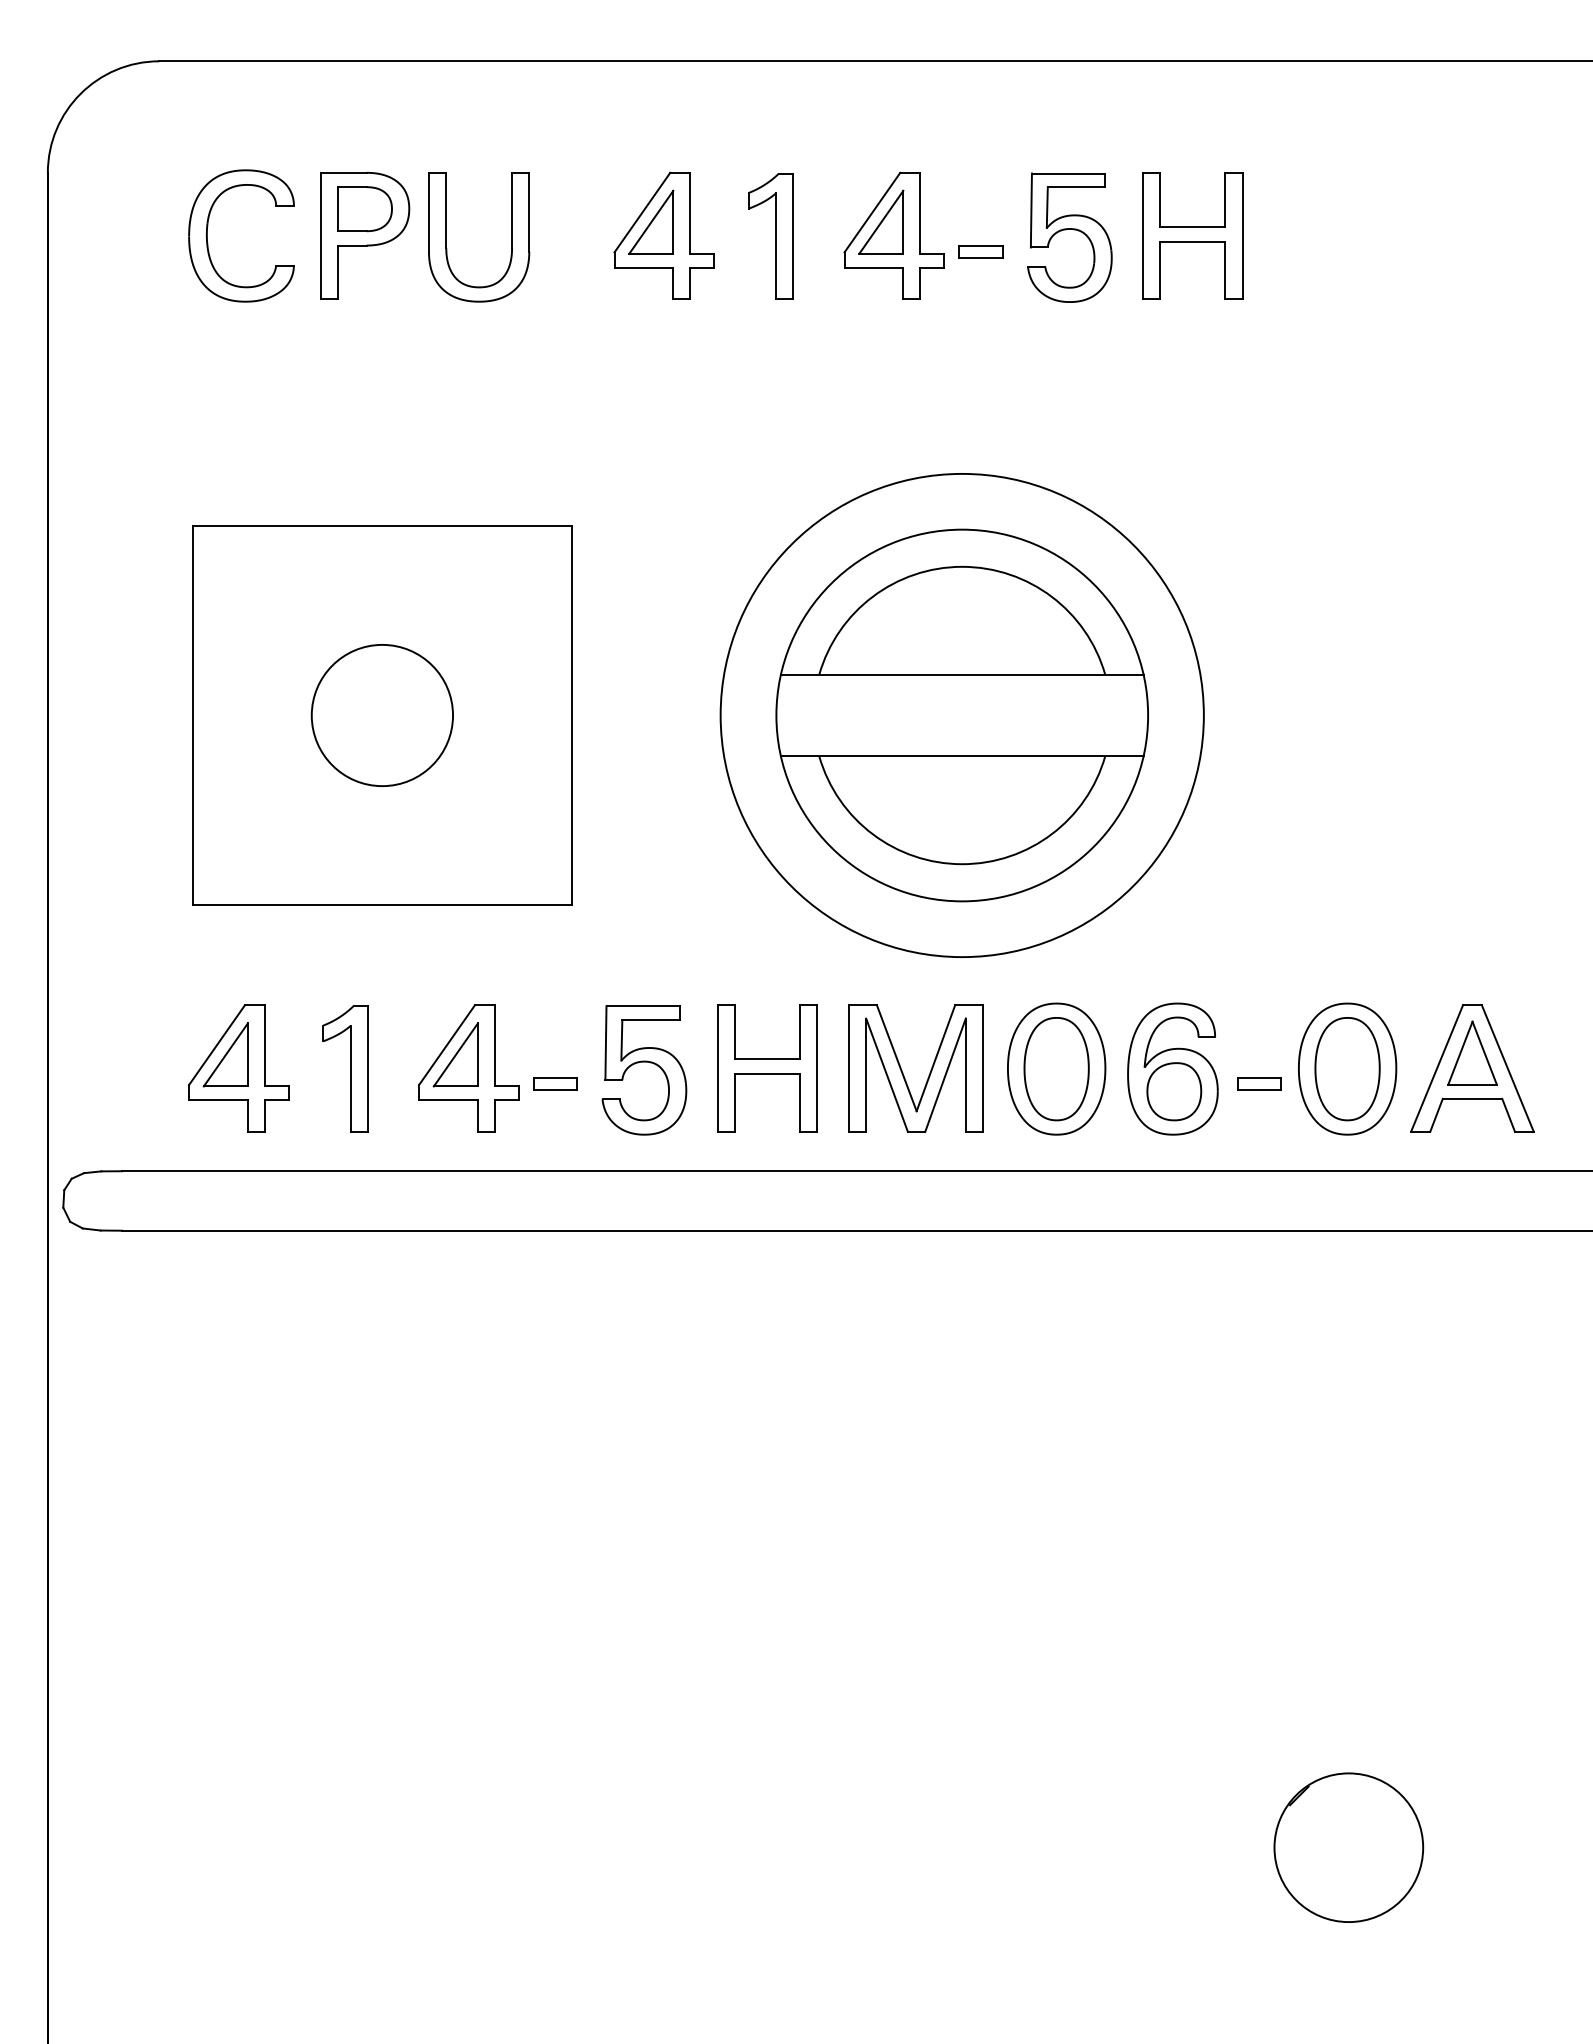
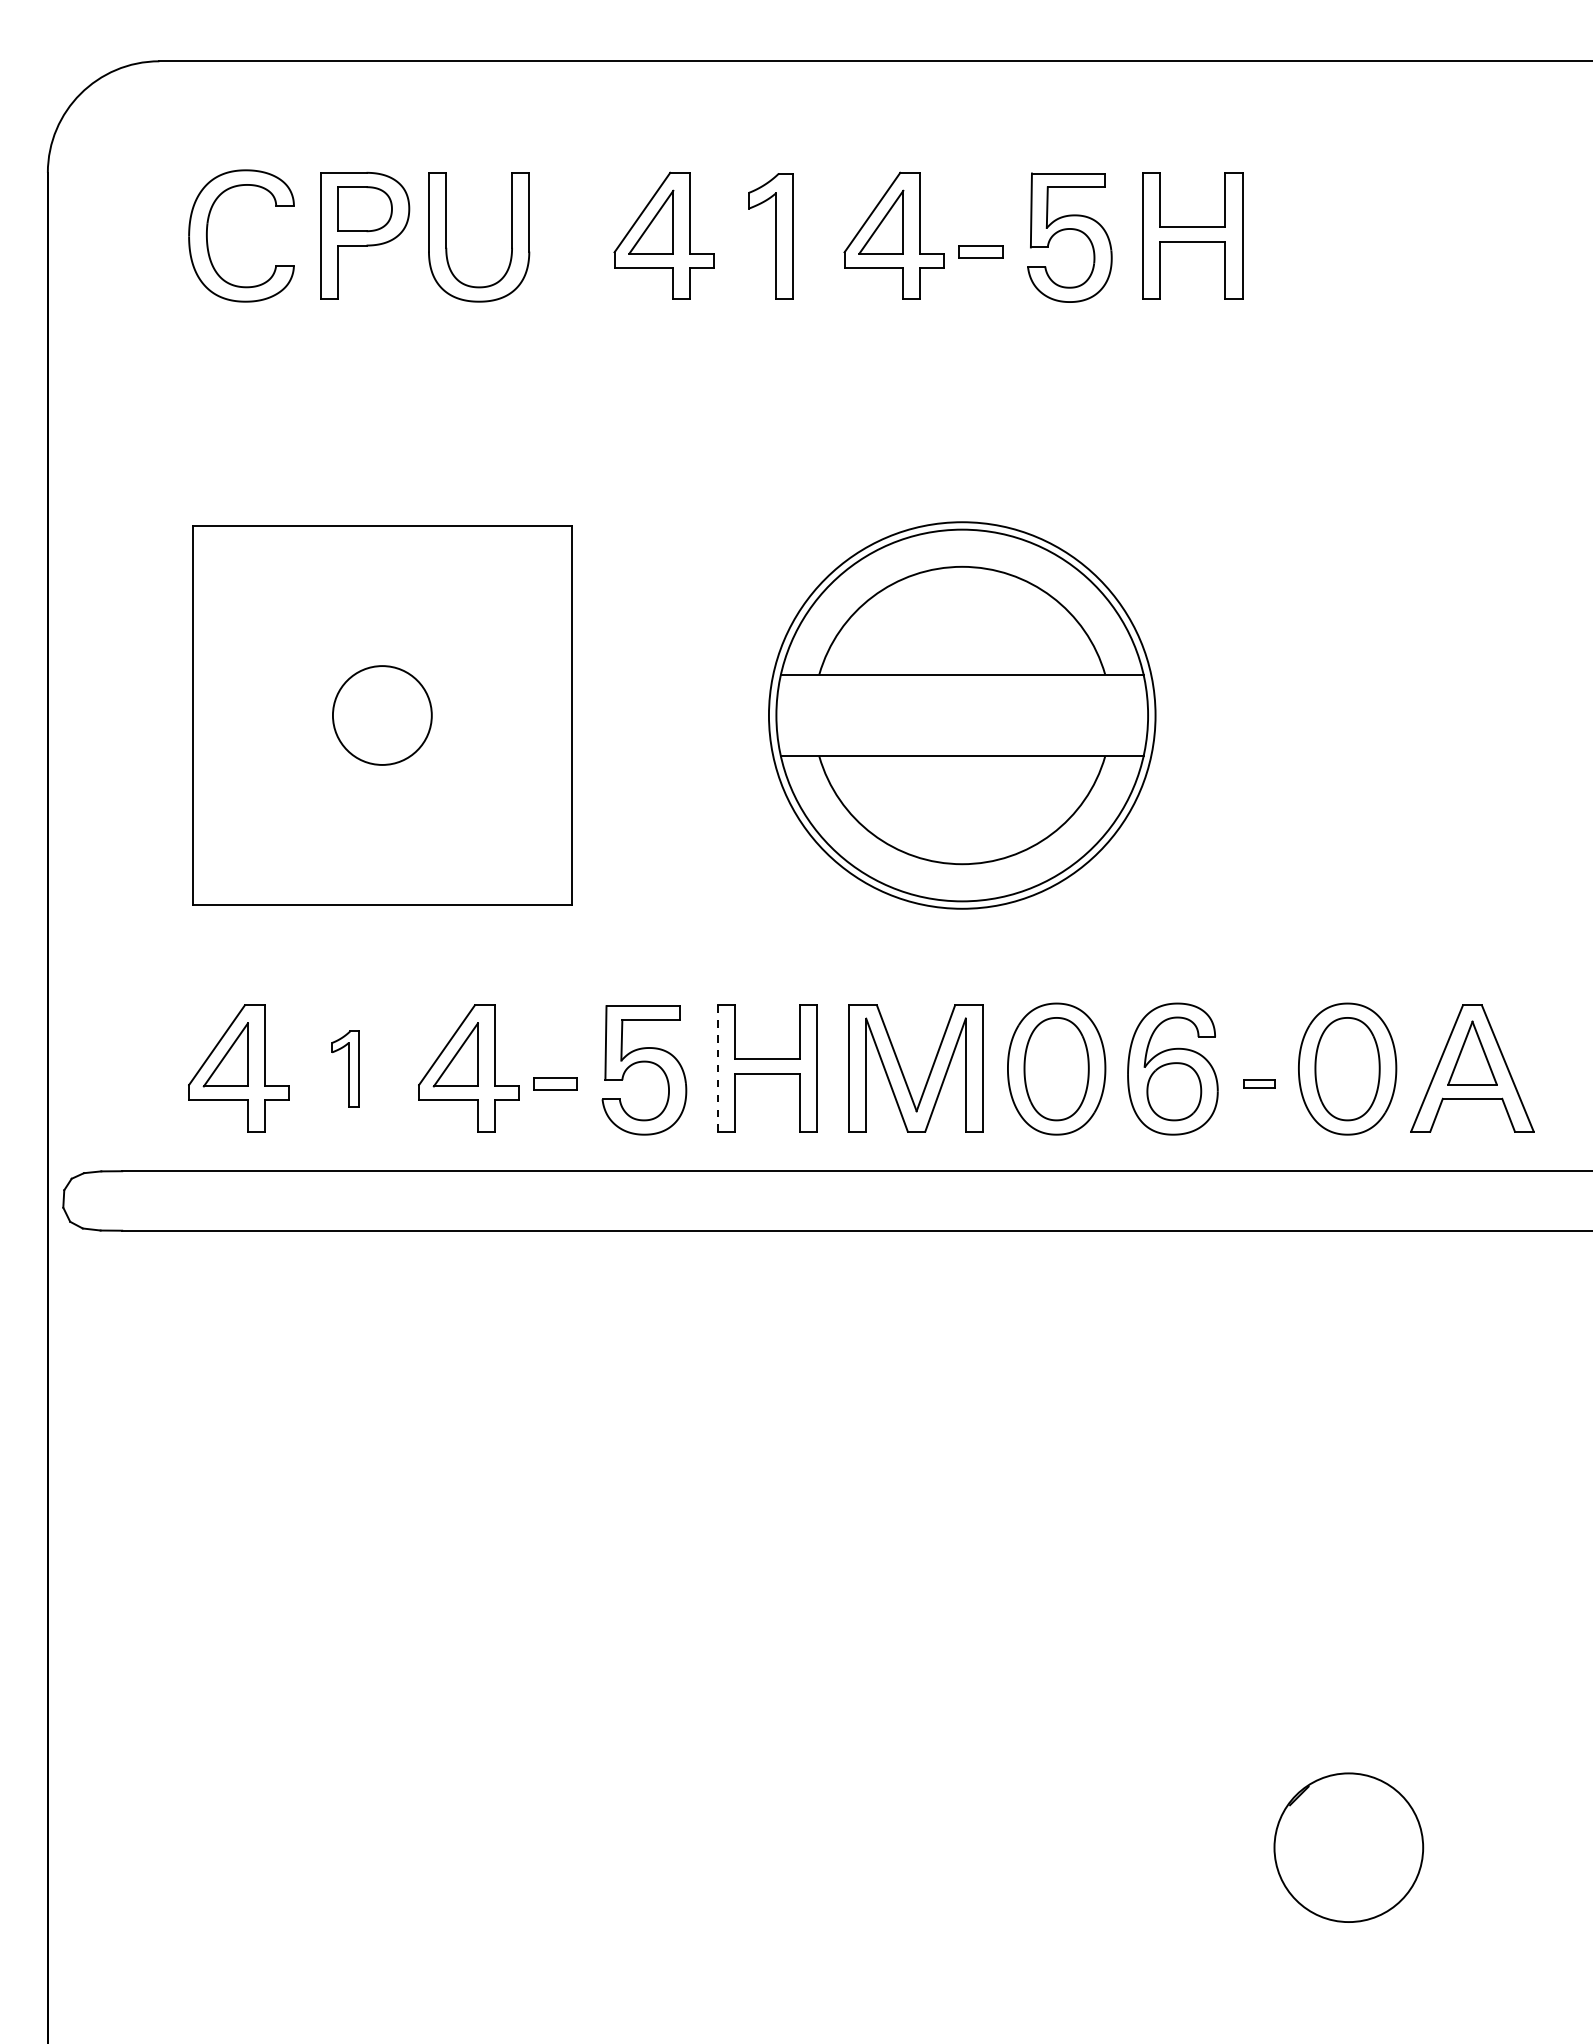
circle at (382, 715) diameter: 141 px -> 99 px
circle at (961, 715) diameter: 483 px -> 387 px
part at (345, 1068) size: 47x128 px -> 29x78 px
line at (717, 1068): solid -> dashed
part at (1259, 1083) size: 45x14 px -> 33x10 px
